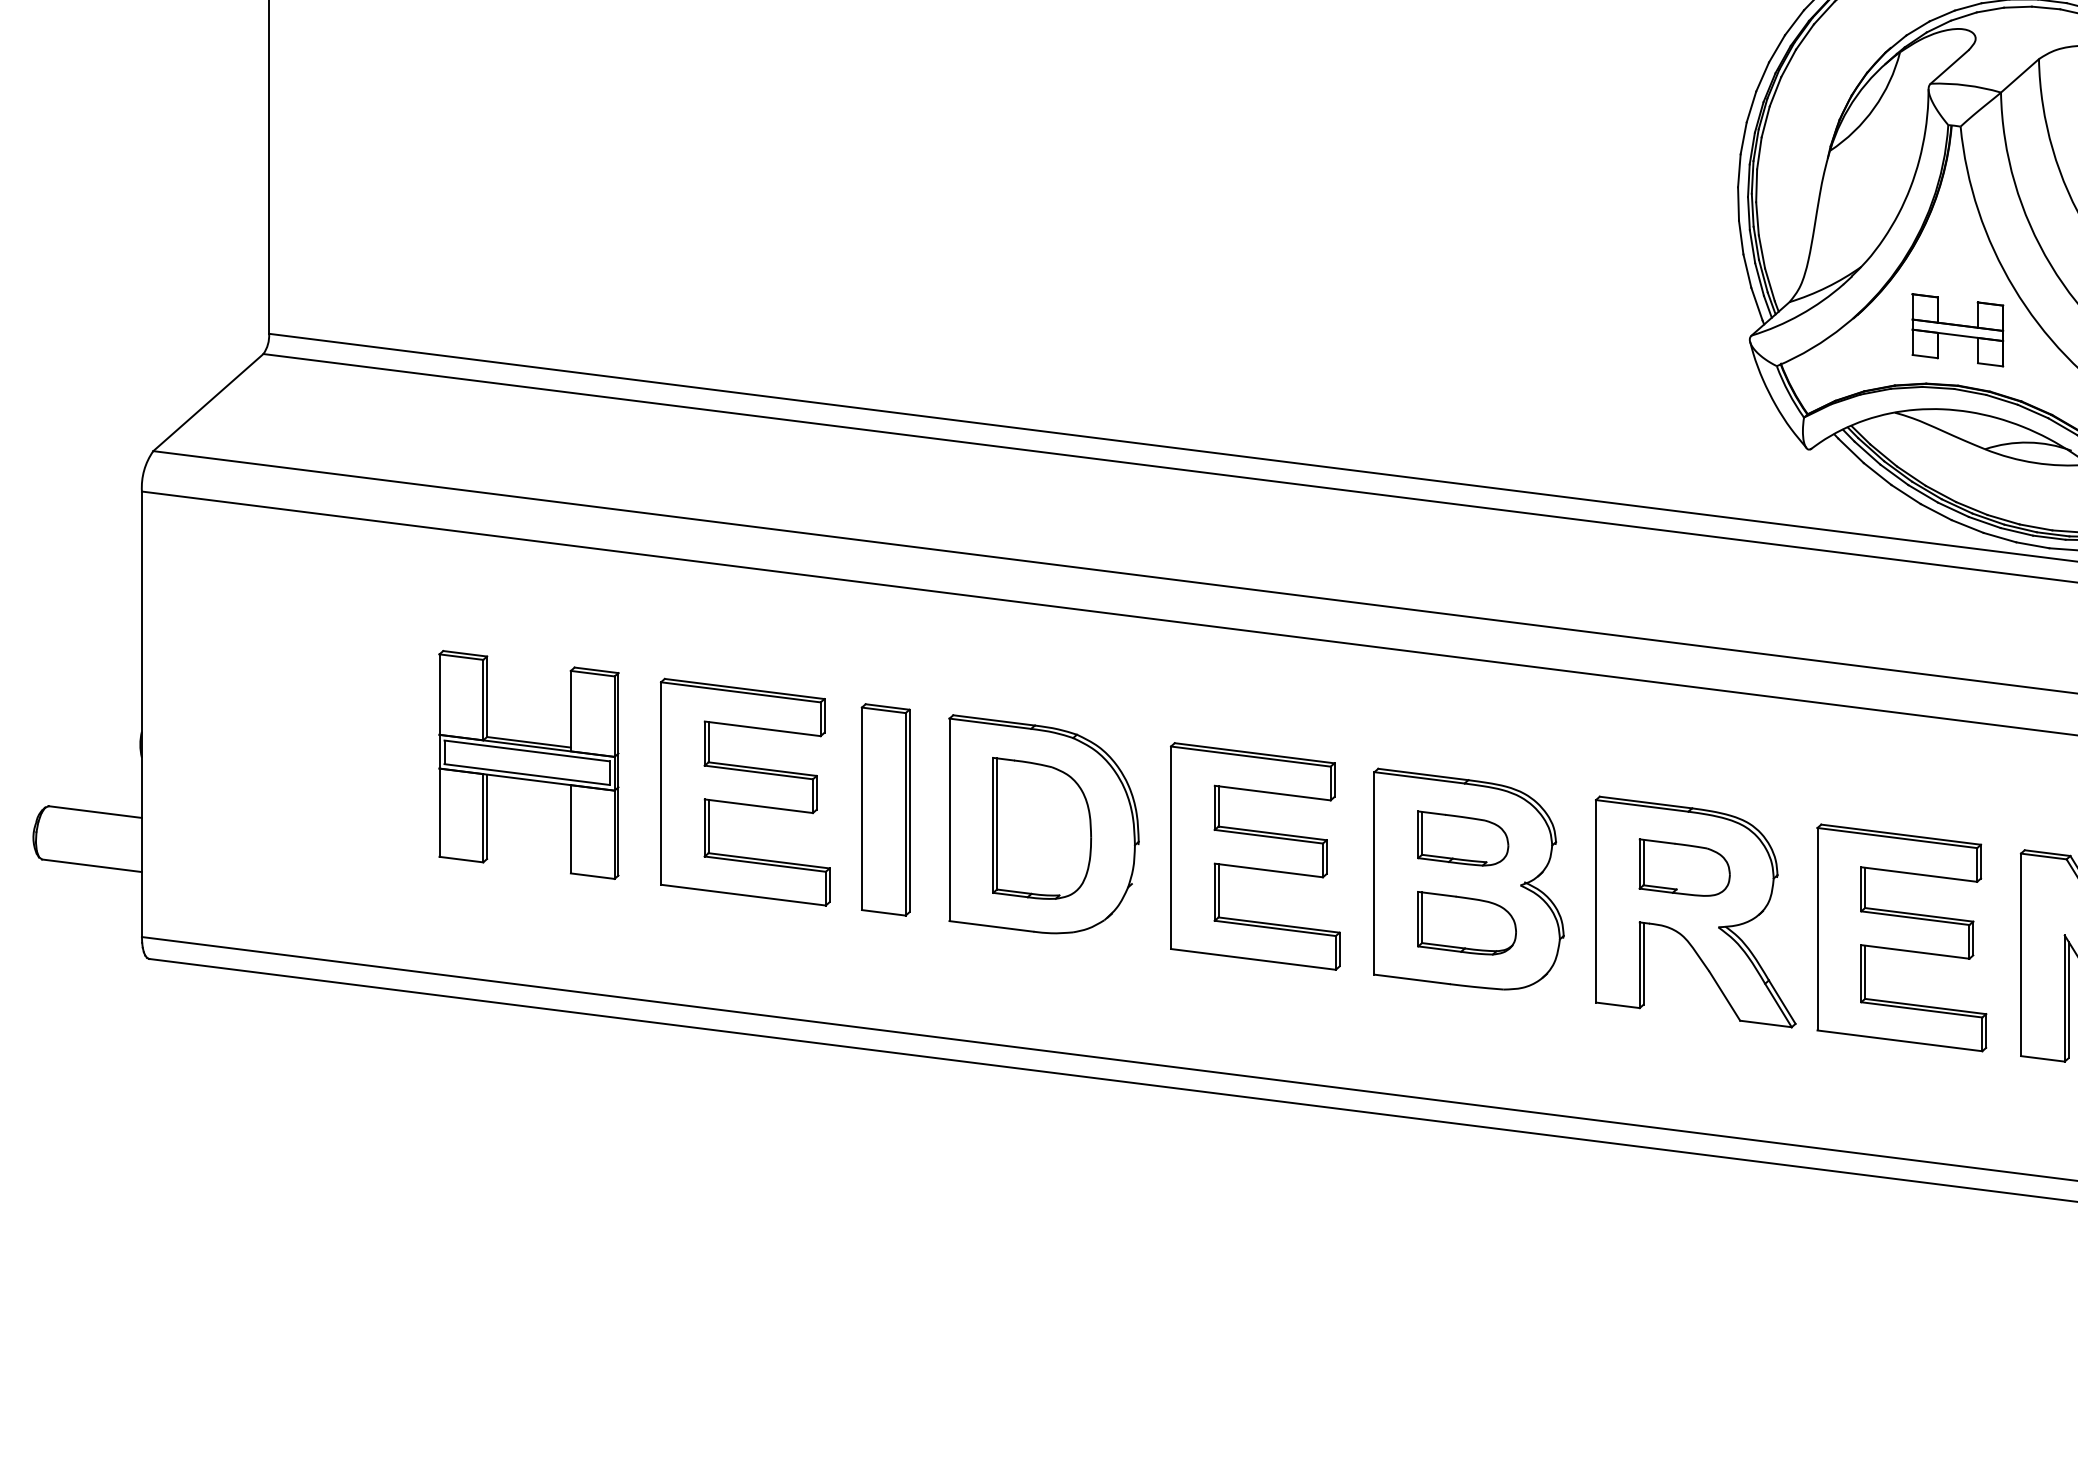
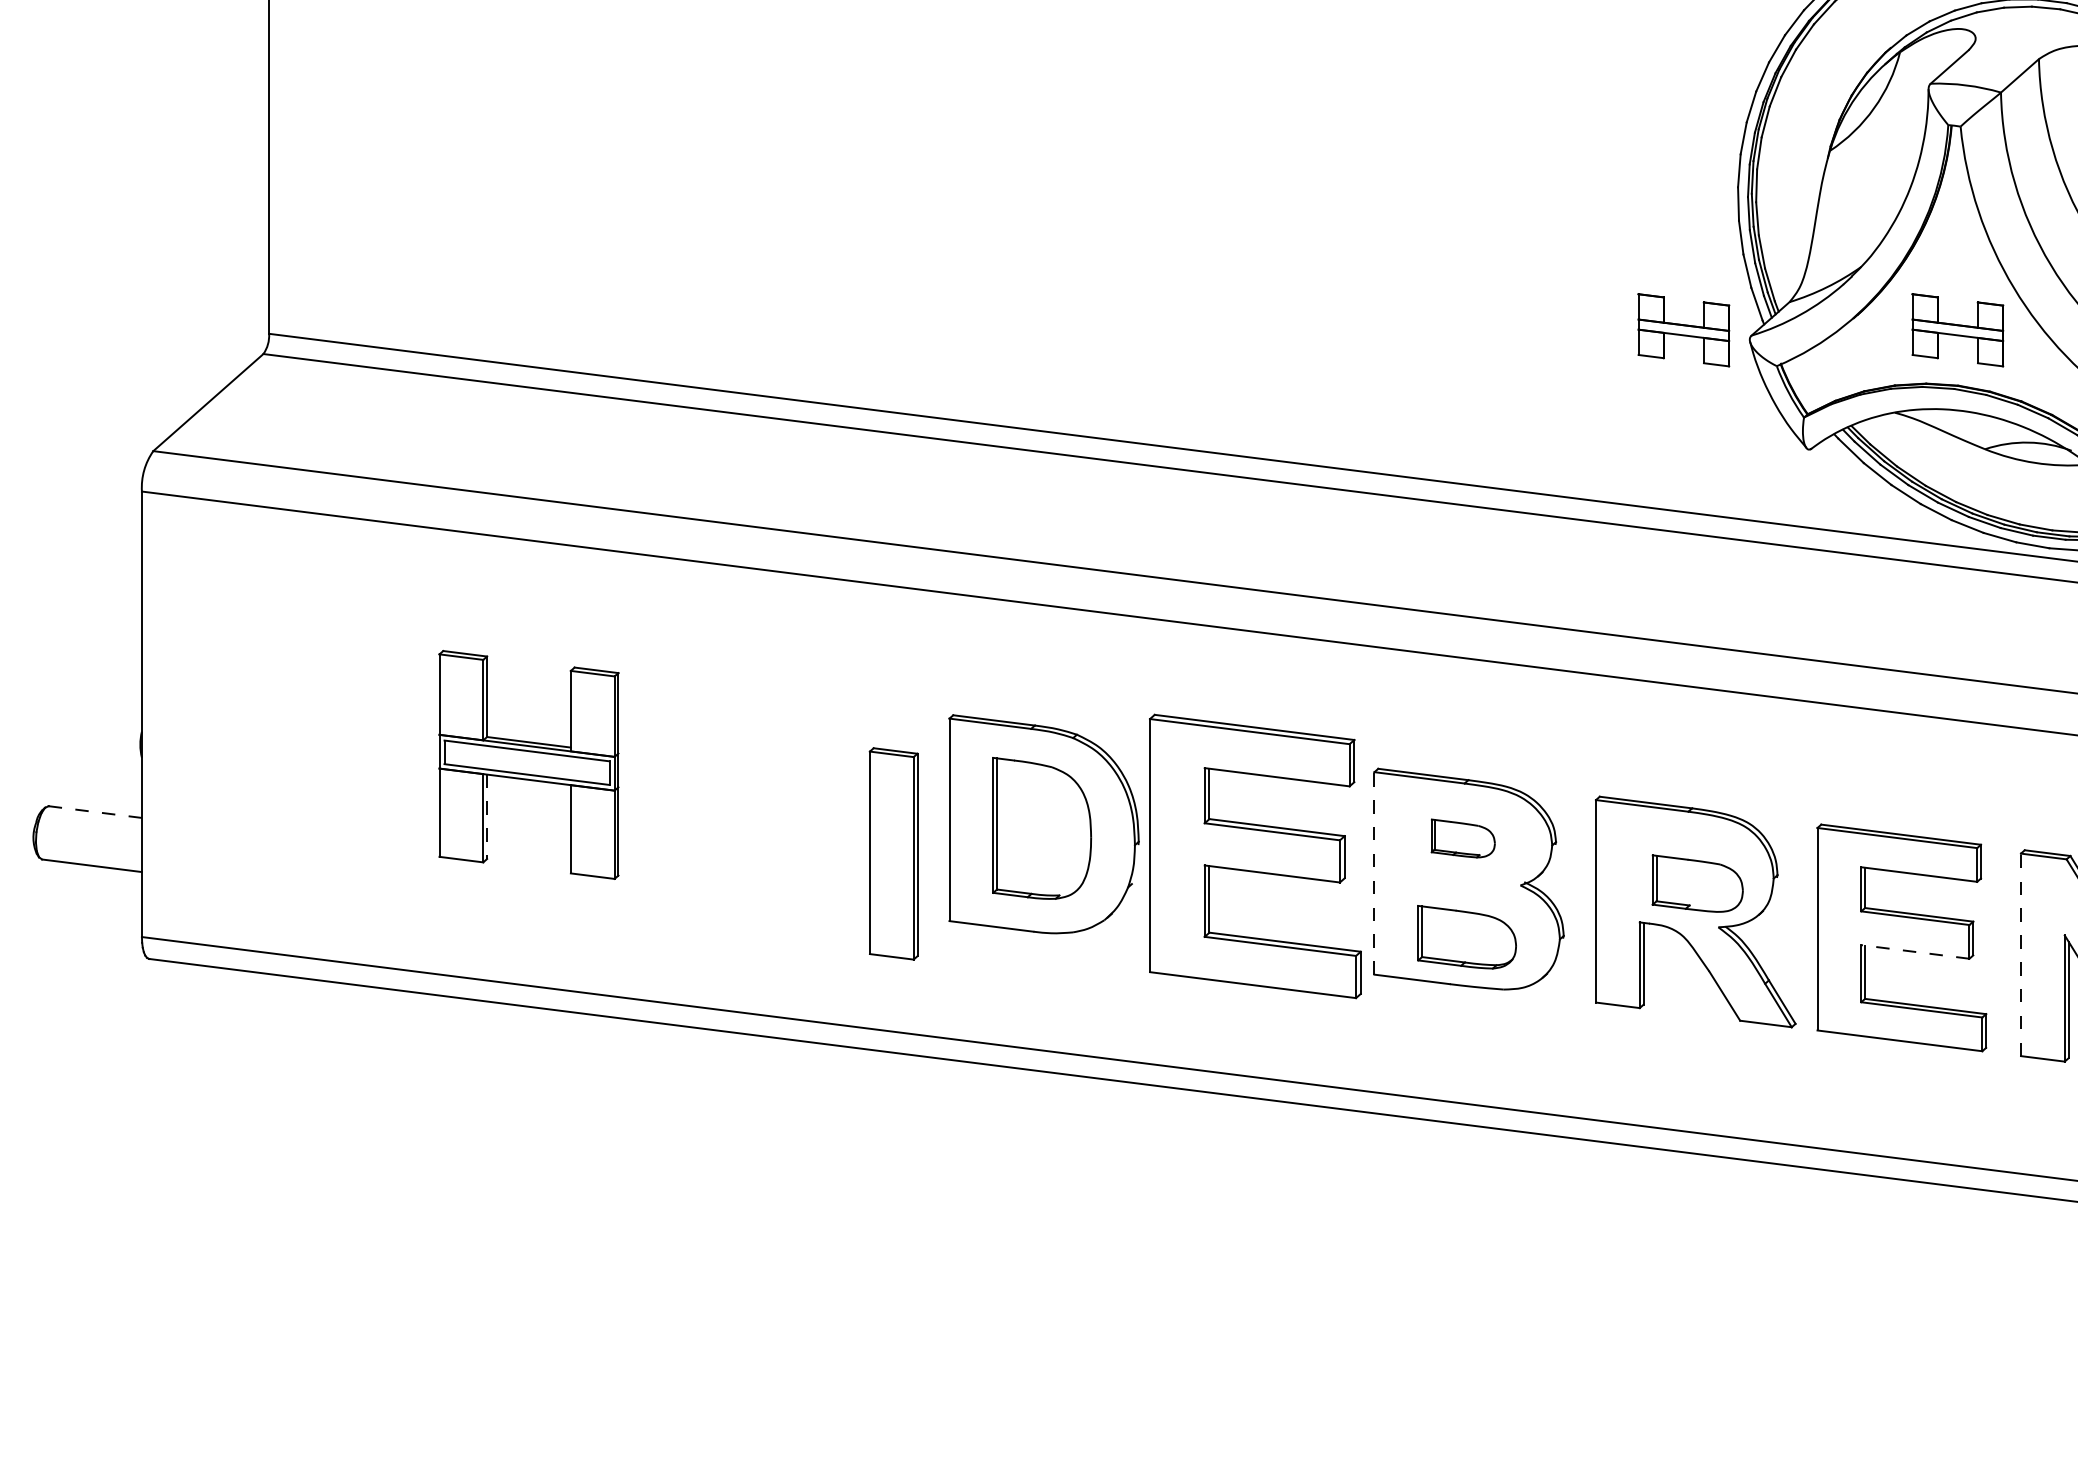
part at (1683, 330): none -> present
part at (745, 791): present -> none
part at (885, 809) position: (885, 809) -> (893, 853)
line at (95, 812): solid -> dashed
line at (487, 817): solid -> dashed
part at (1463, 838) size: 93x57 px -> 66x41 px
part at (1254, 856) size: 172x229 px -> 213x287 px
part at (1684, 867) position: (1684, 867) -> (1697, 883)
line at (1374, 872): solid -> dashed
part at (1466, 923) position: (1466, 923) -> (1466, 937)
line at (1915, 951): solid -> dashed
line at (2020, 954): solid -> dashed
